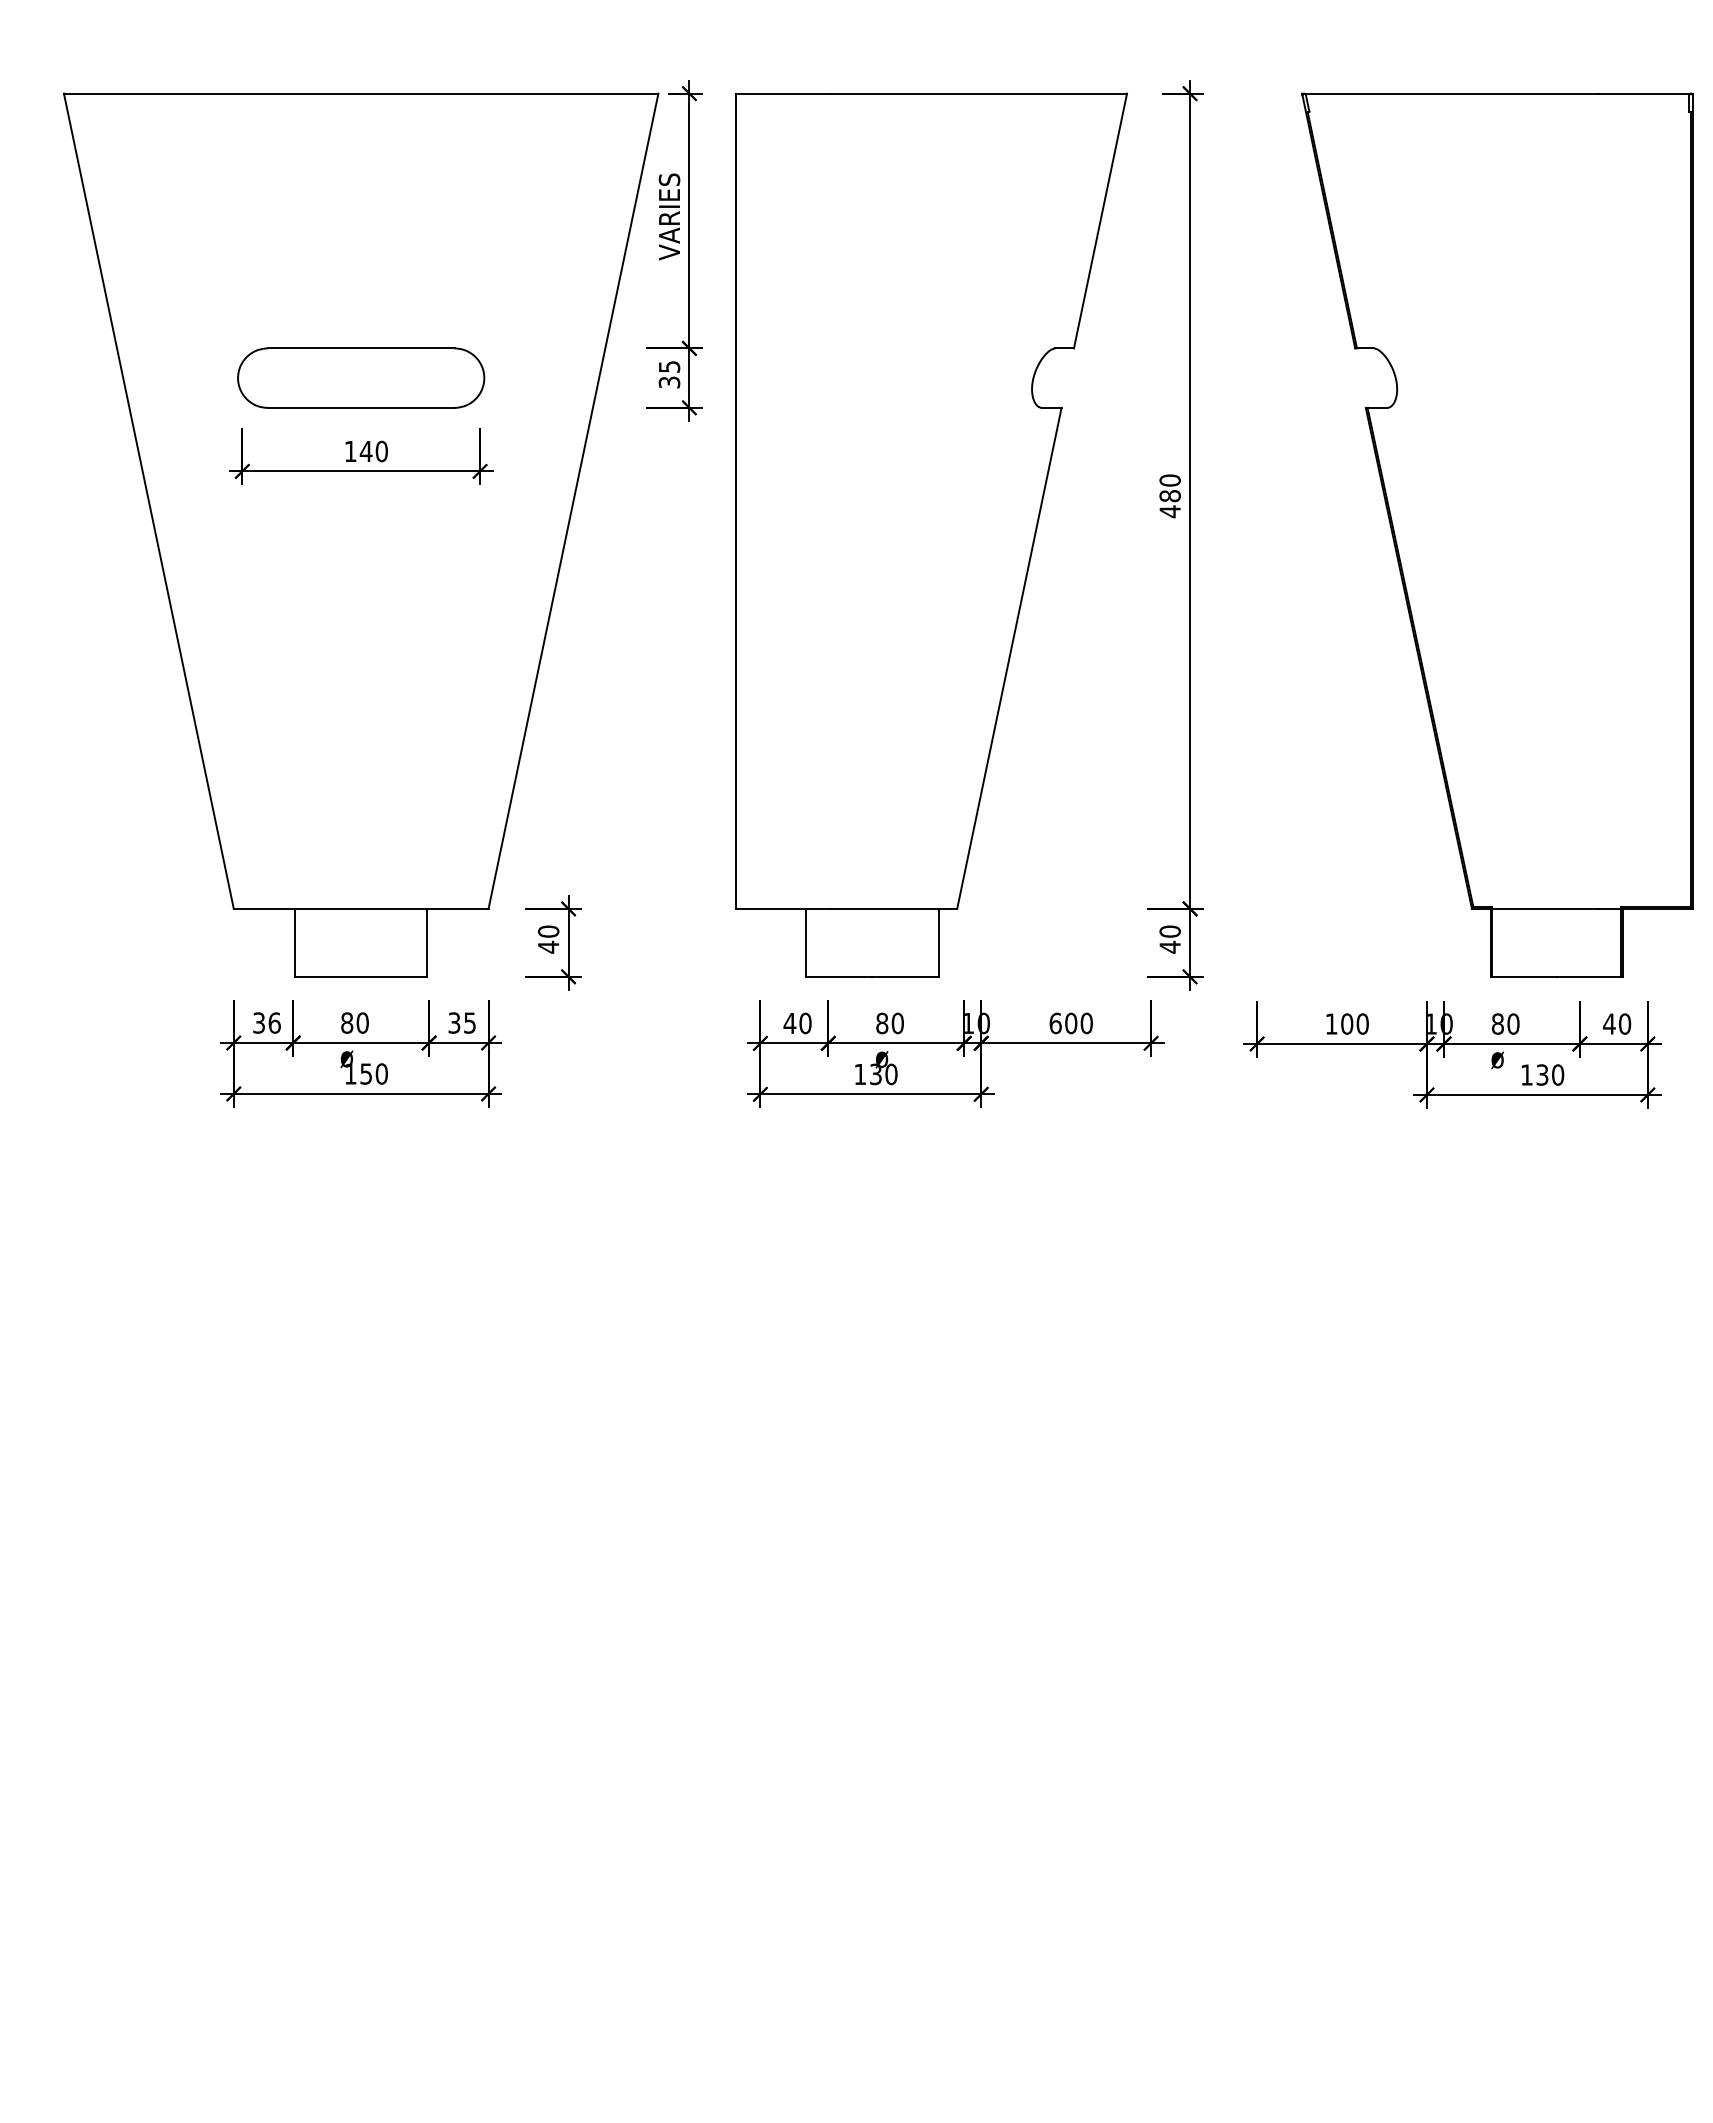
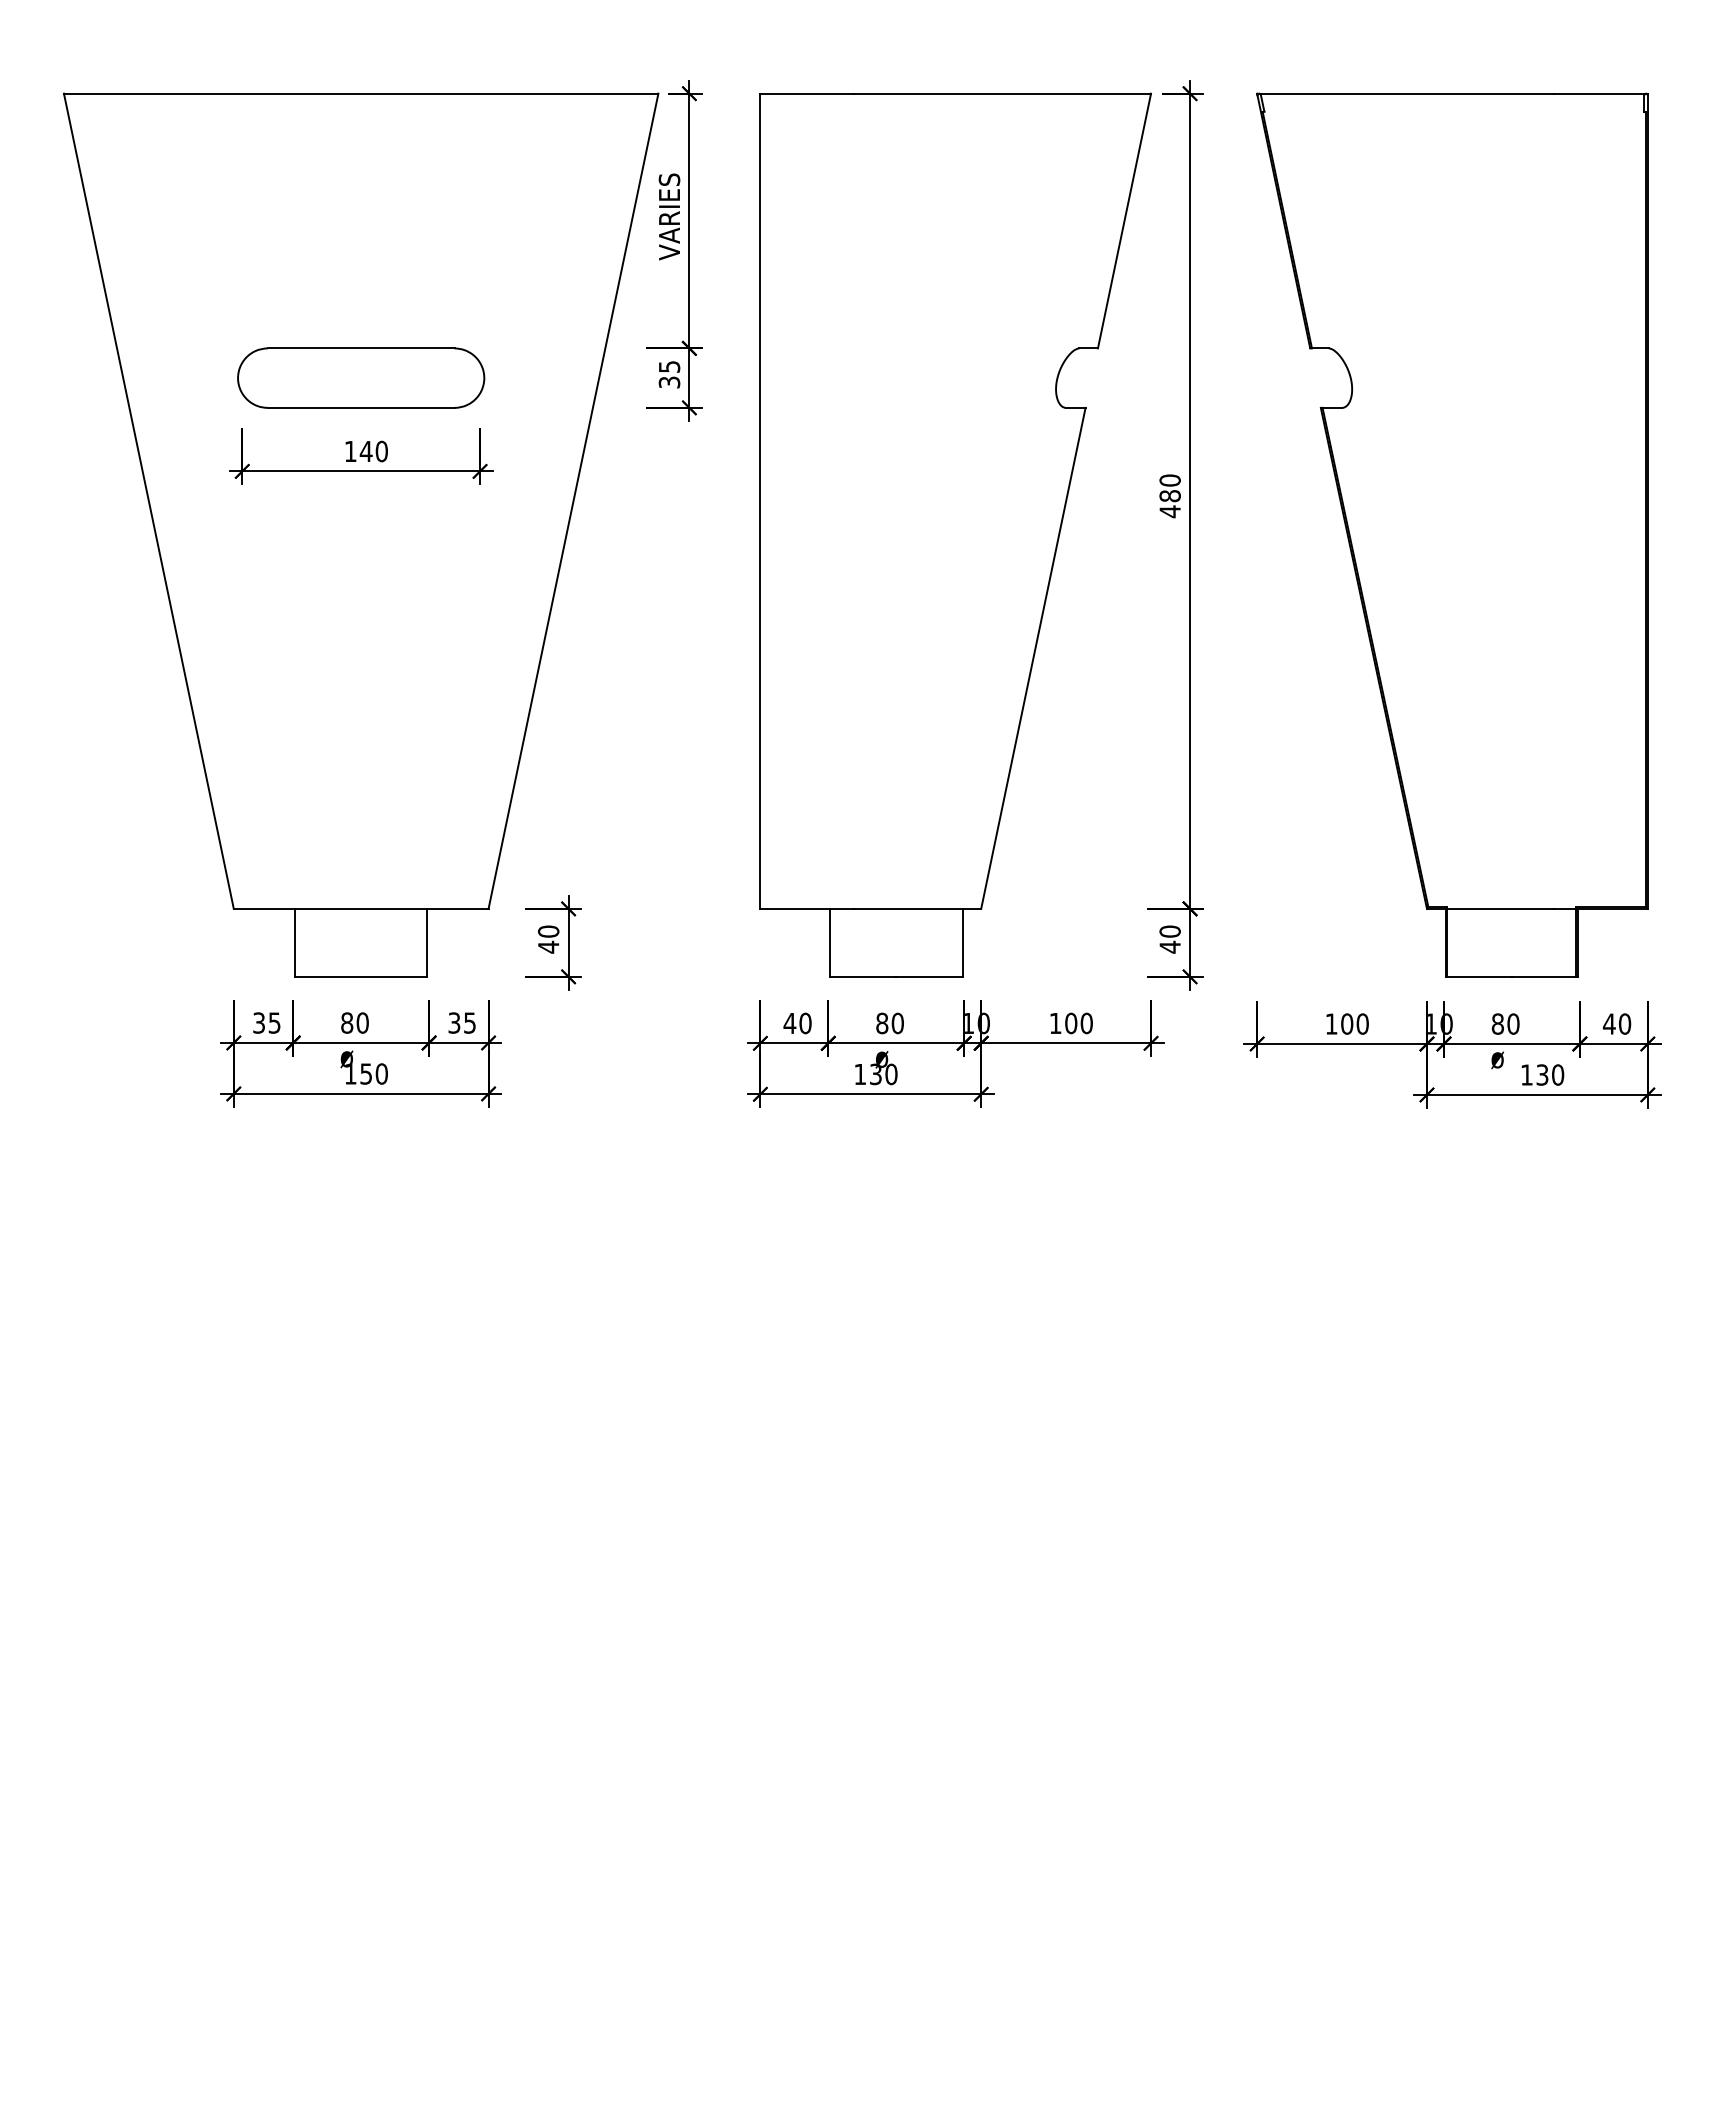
part at (931, 534) position: (931, 534) -> (955, 534)
part at (1497, 534) position: (1497, 534) -> (1452, 534)
text at (274, 1022): 36 -> 35
text at (1055, 1023): 600 -> 100
